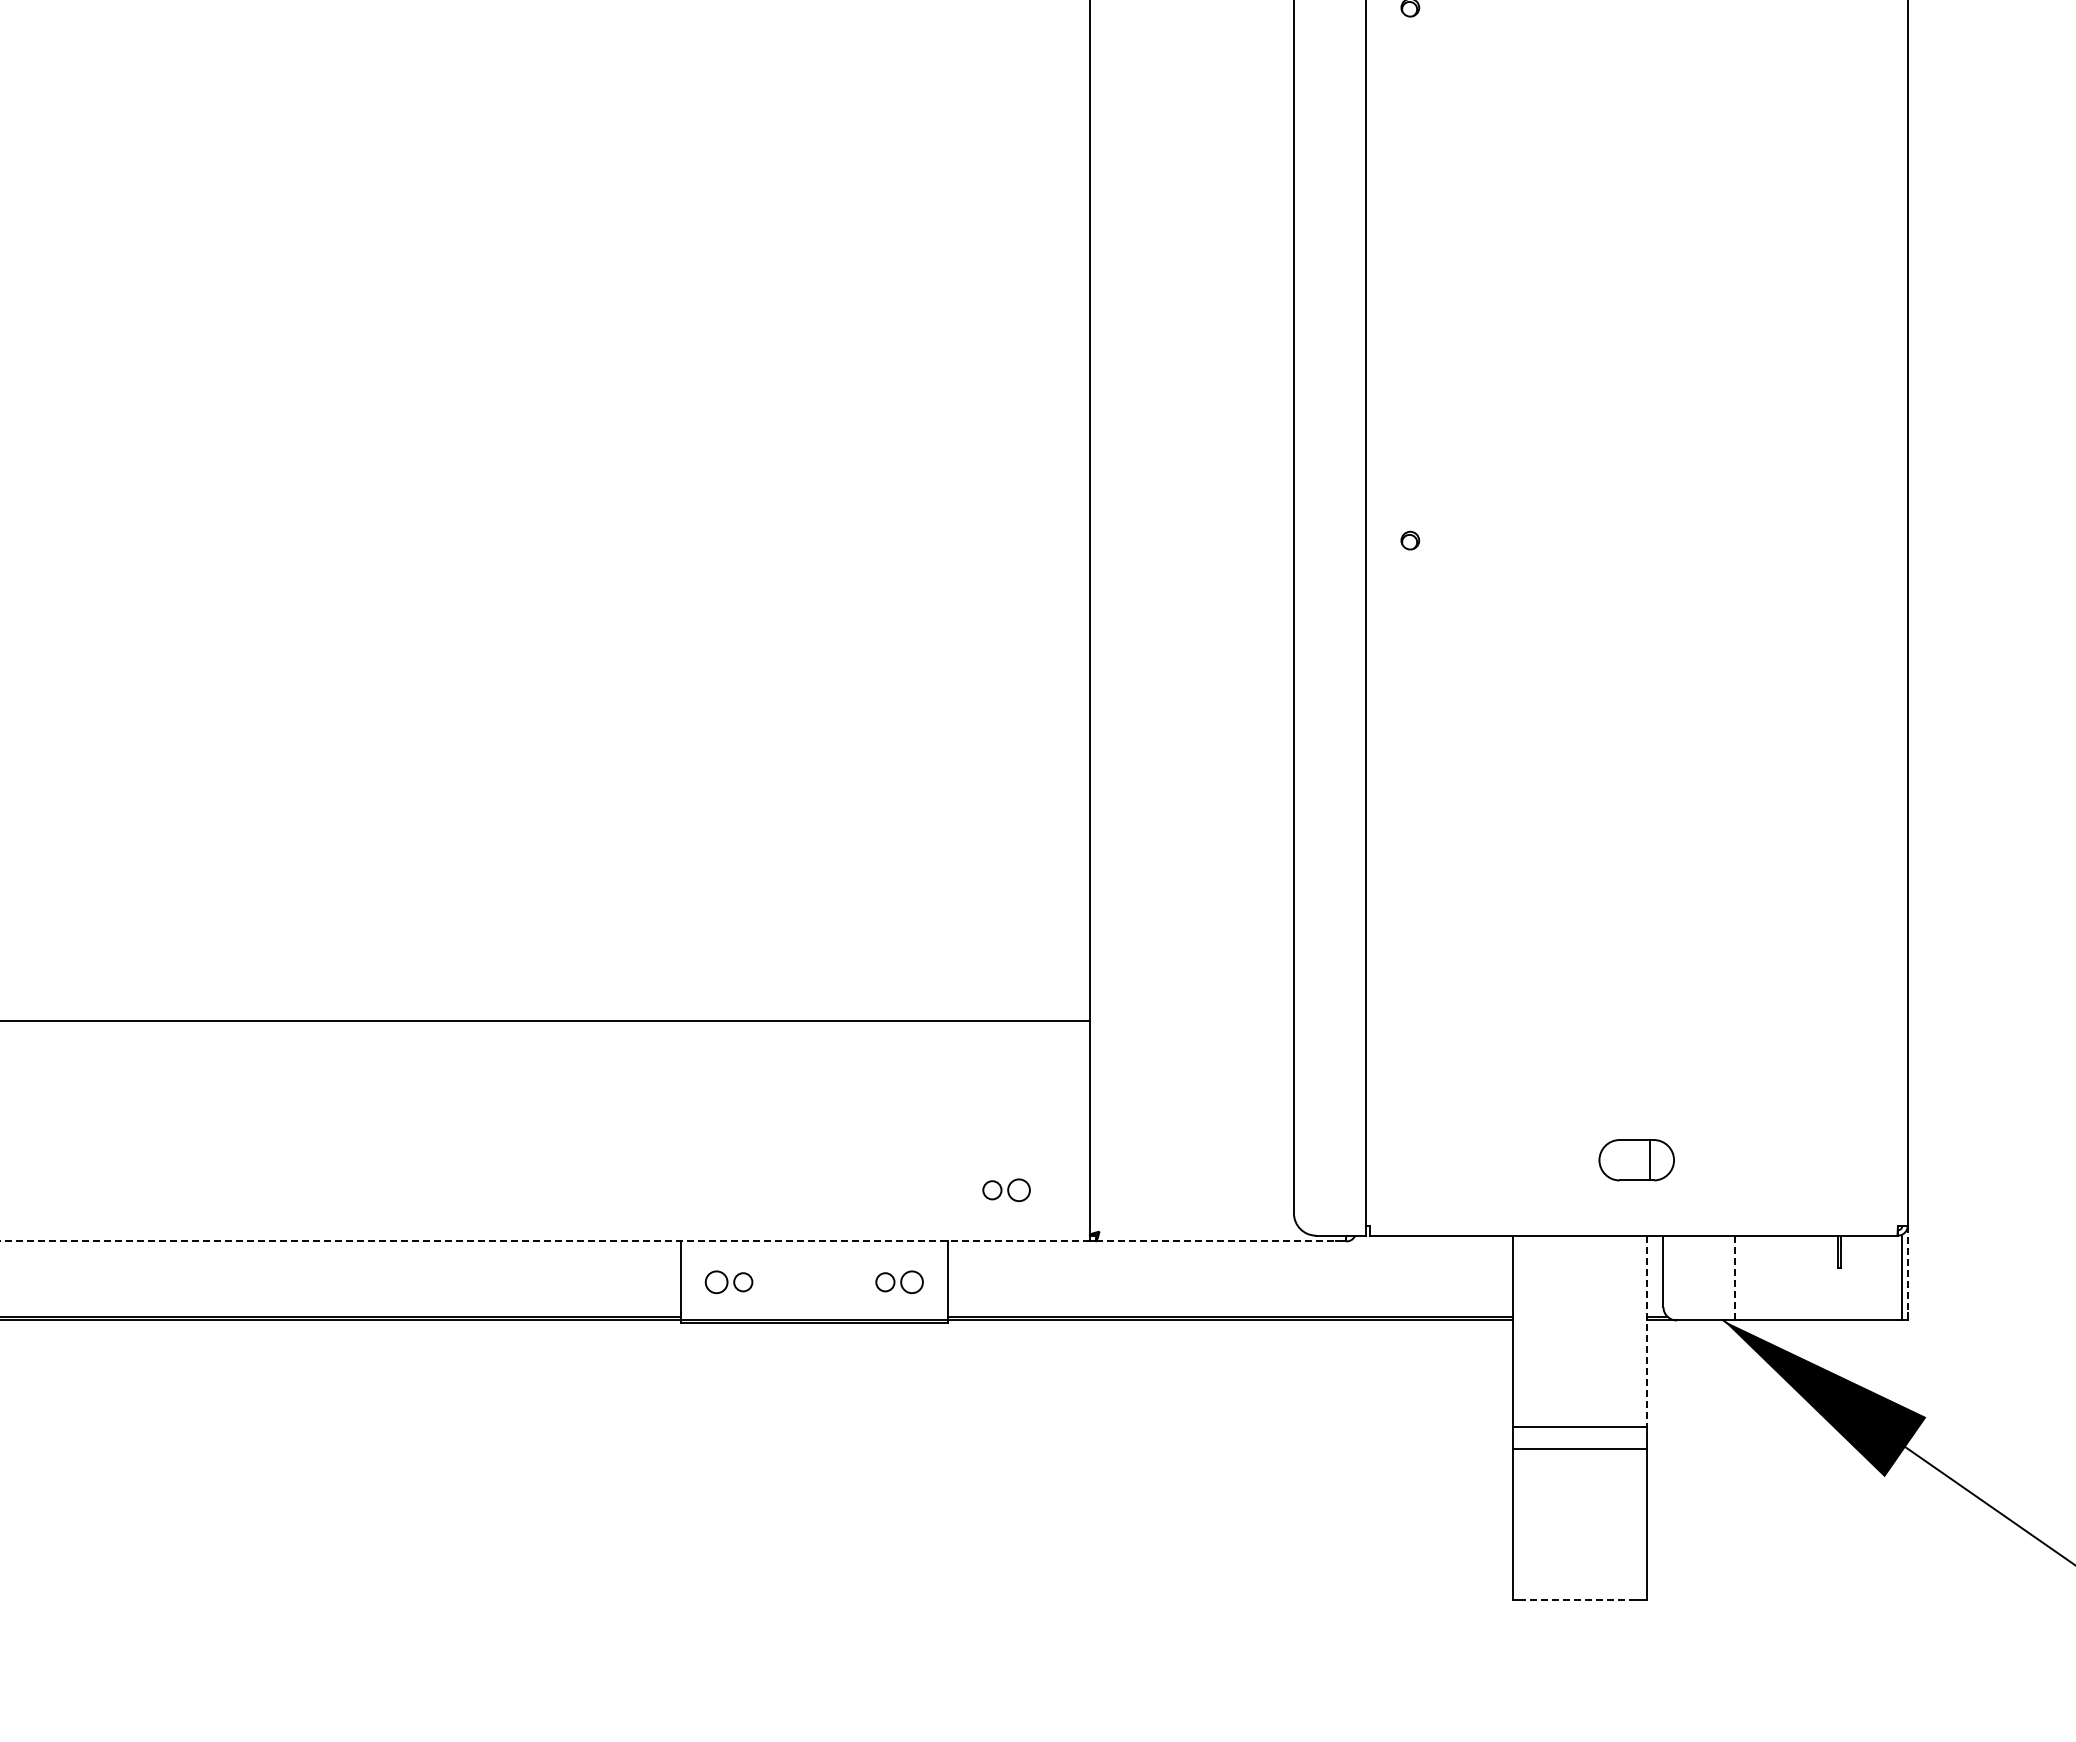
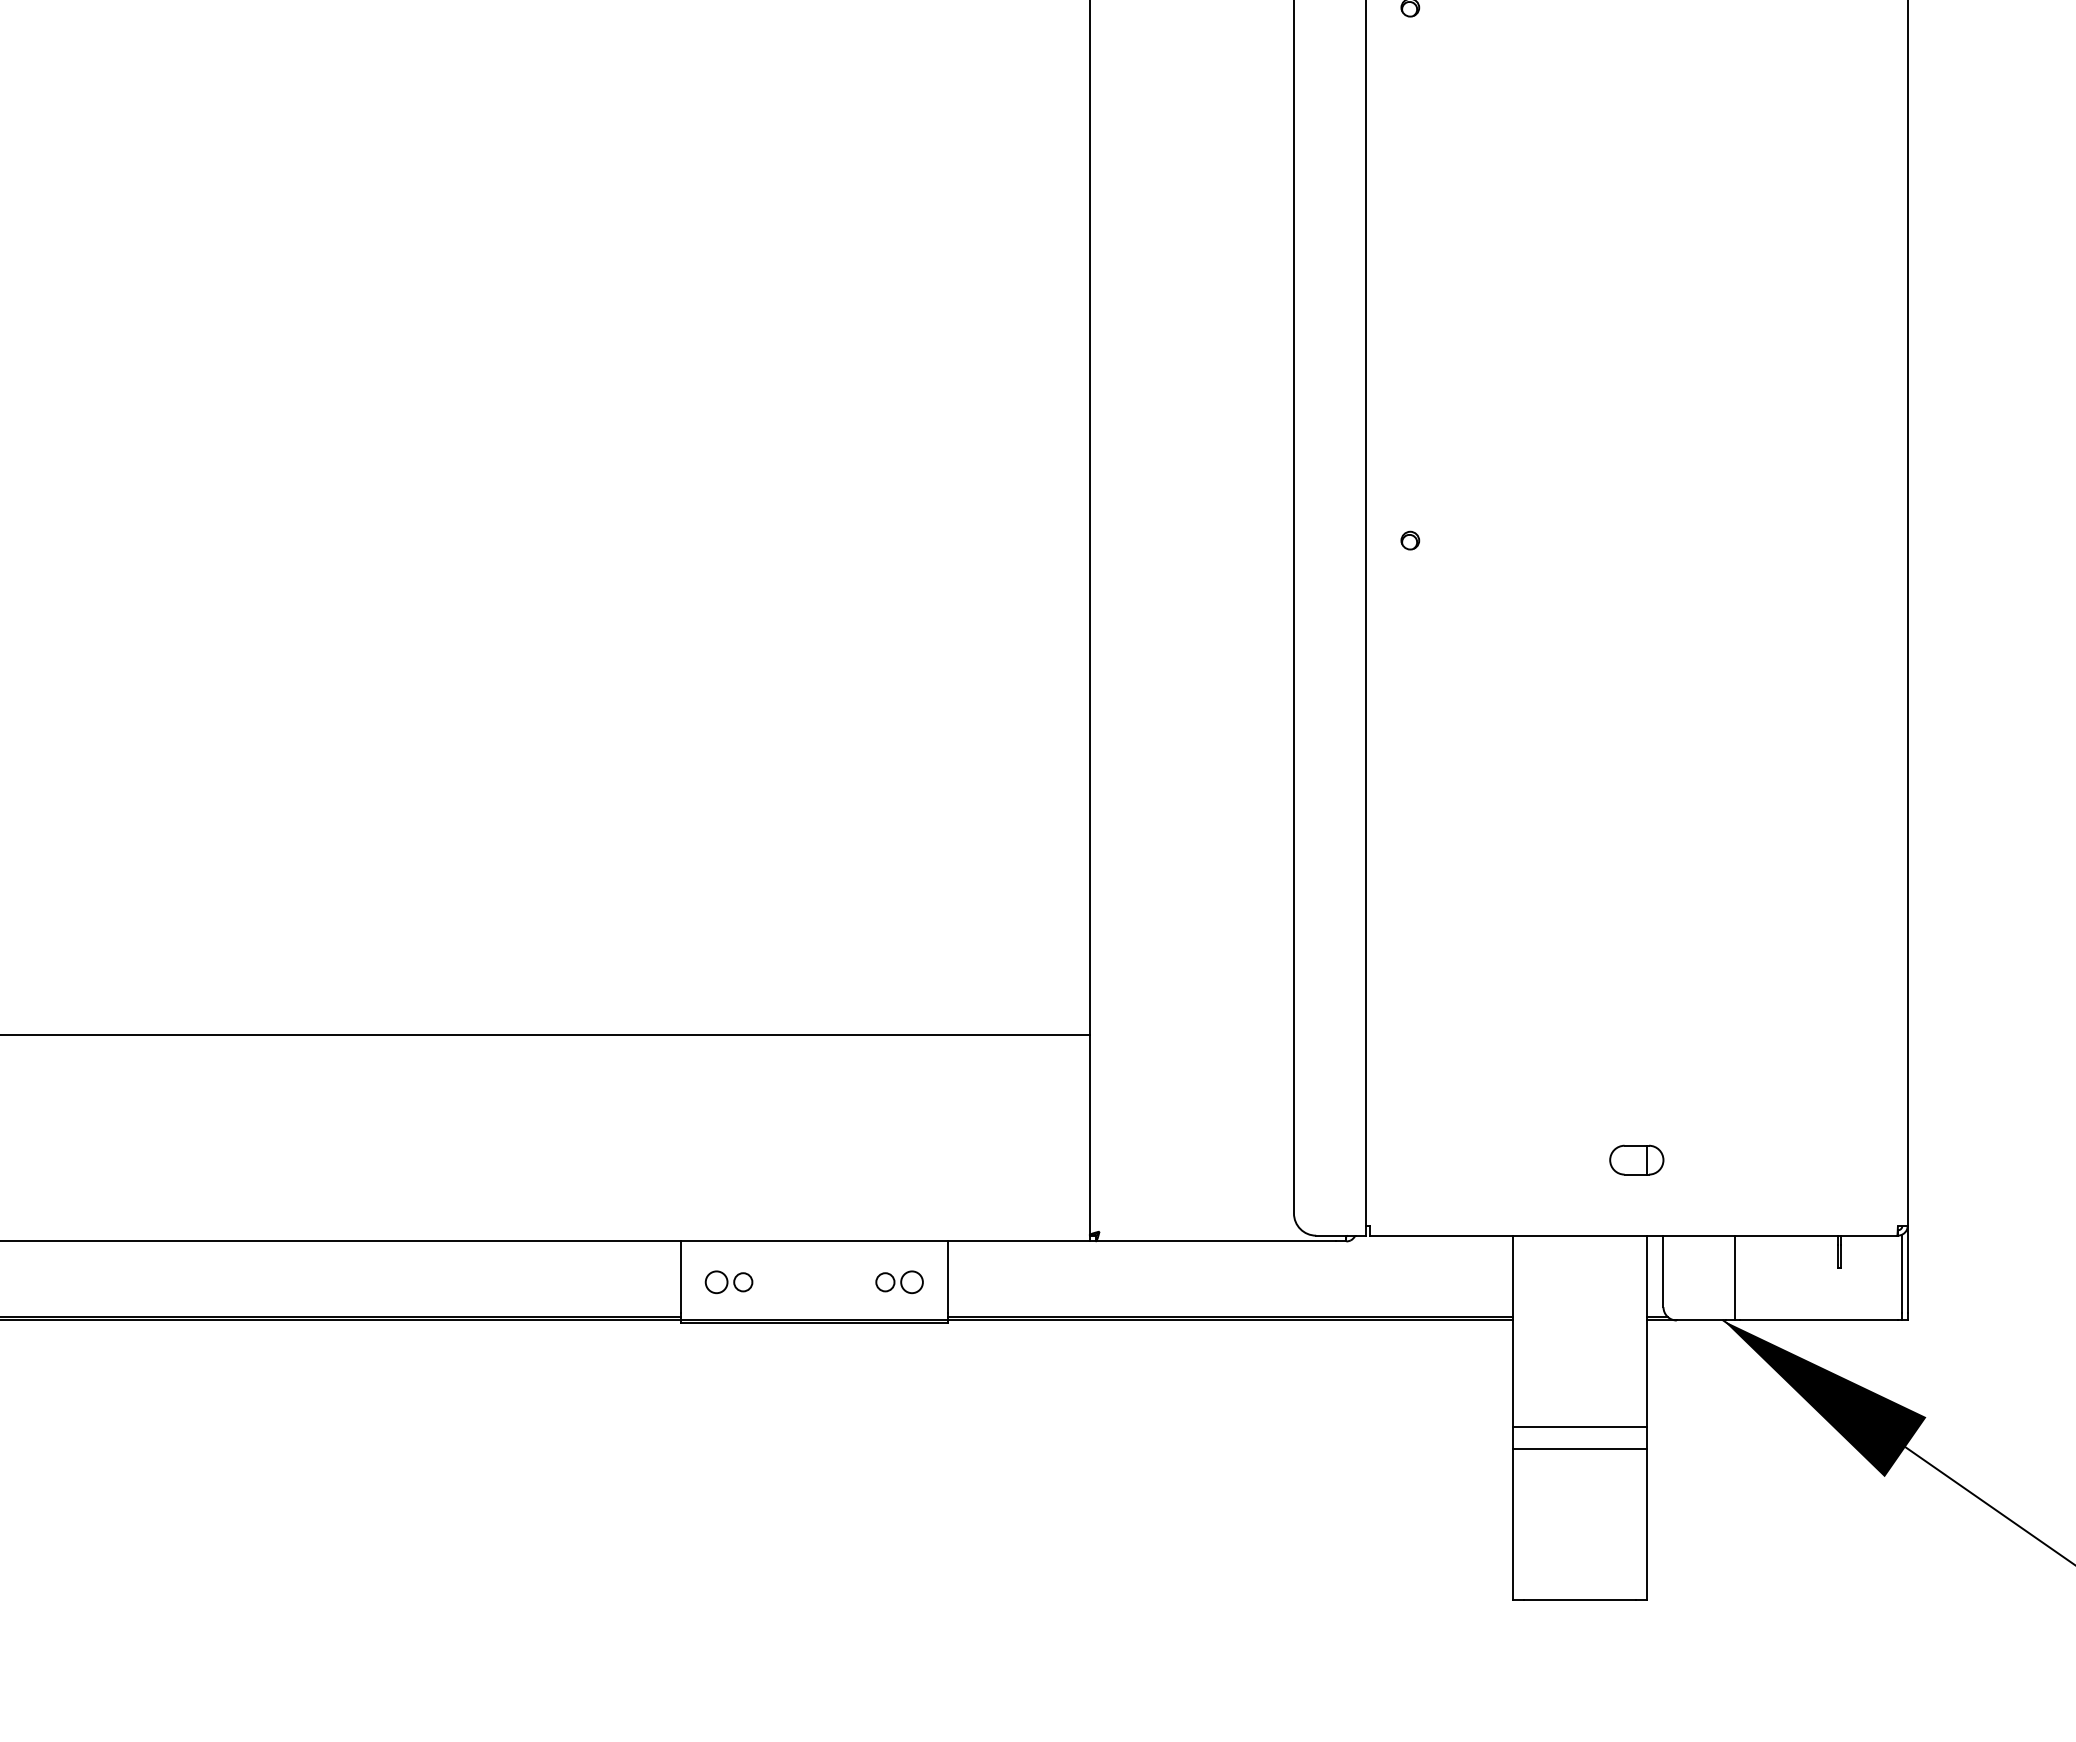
line at (545, 1021) position: (545, 1021) -> (545, 1035)
part at (1636, 1160) size: 77x43 px -> 56x32 px
part at (1006, 1190): present -> none
line at (545, 1241): dashed -> solid
line at (1216, 1241): dashed -> solid
line at (1907, 1269): dashed -> solid
line at (1735, 1277): dashed -> solid
line at (1646, 1331): dashed -> solid
line at (1579, 1600): dashed -> solid
